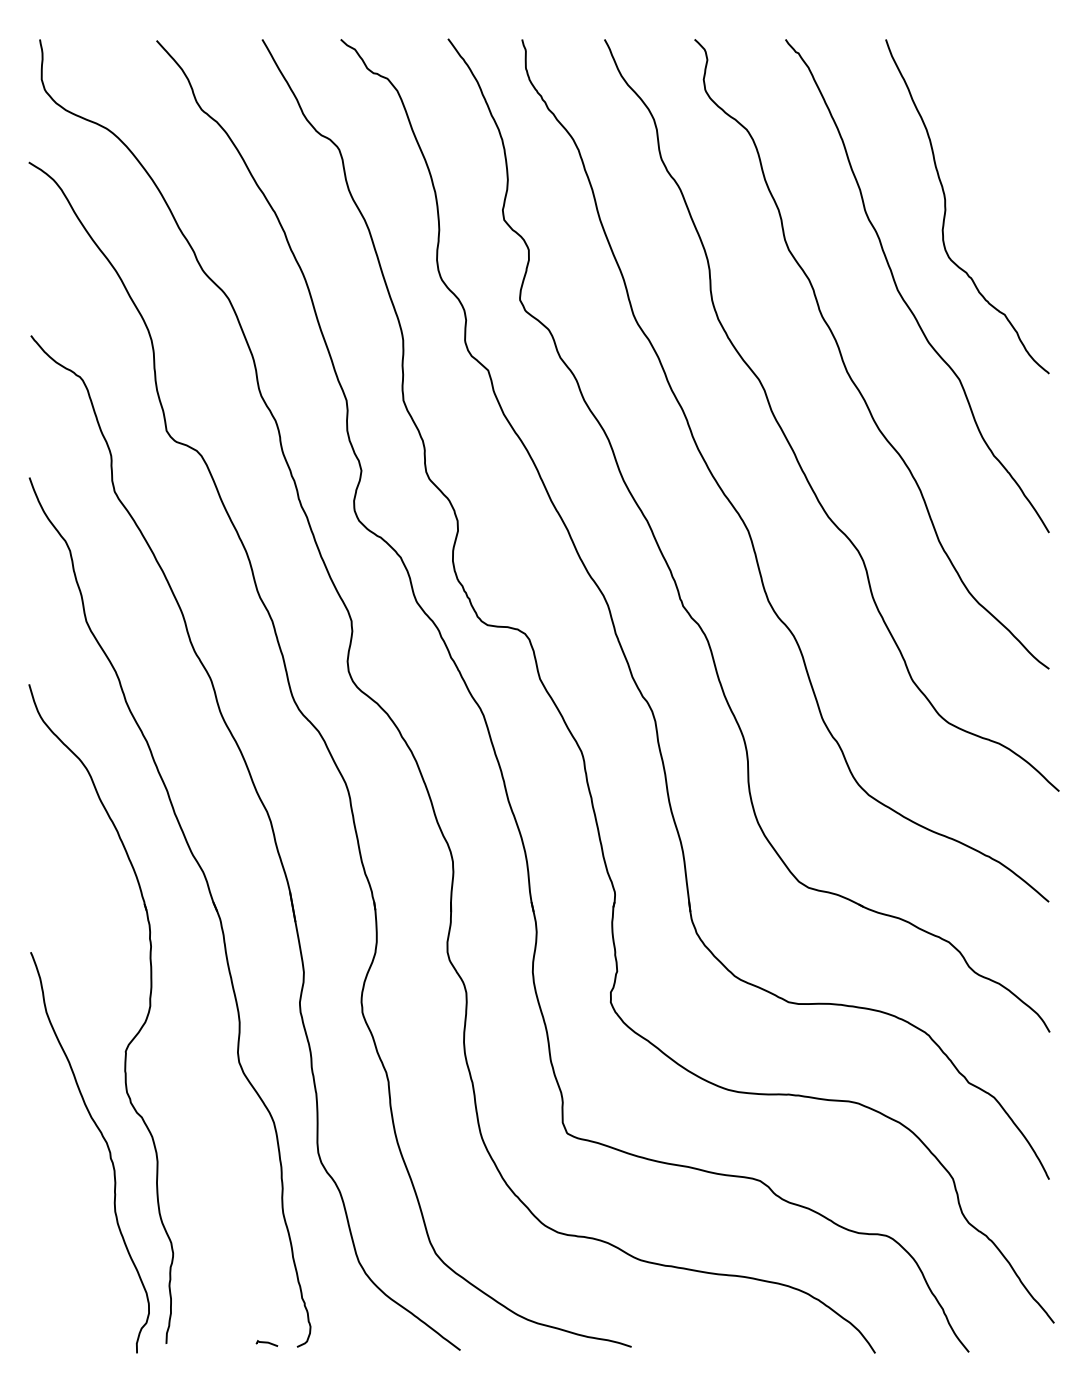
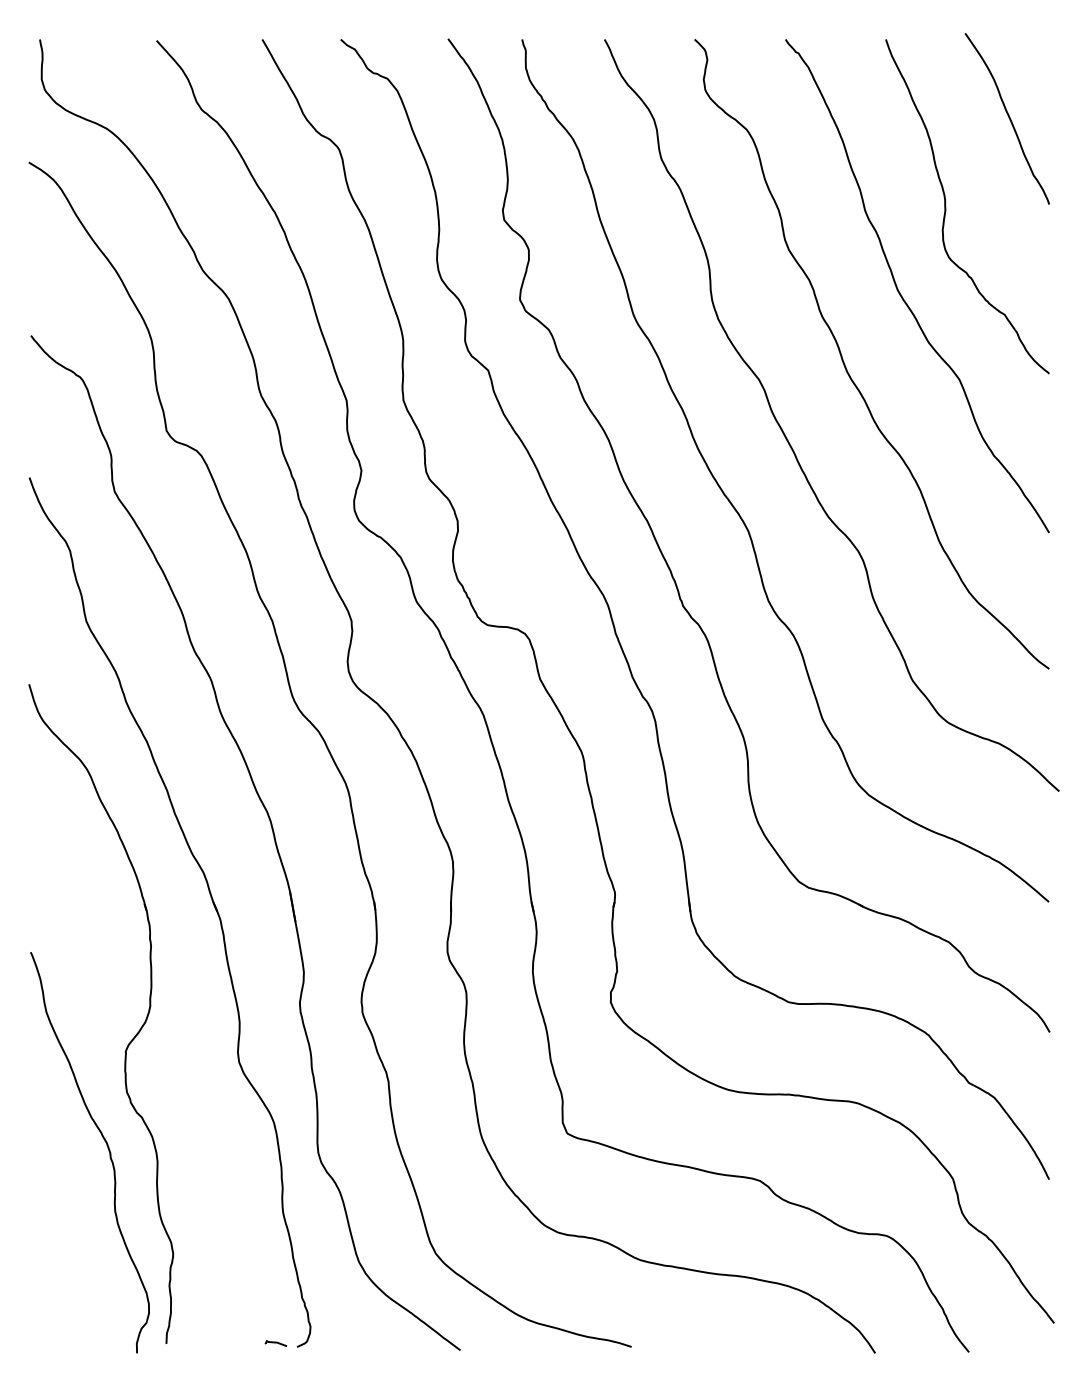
curve at (1008, 118): none -> present
curve at (266, 1343) position: (266, 1343) -> (275, 1343)
